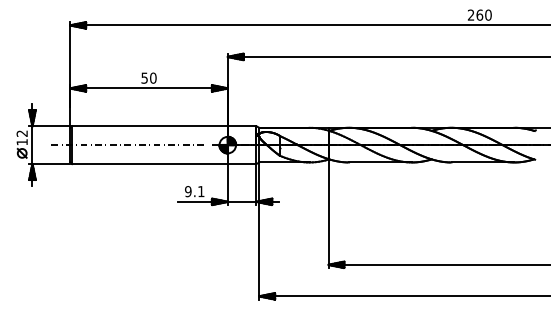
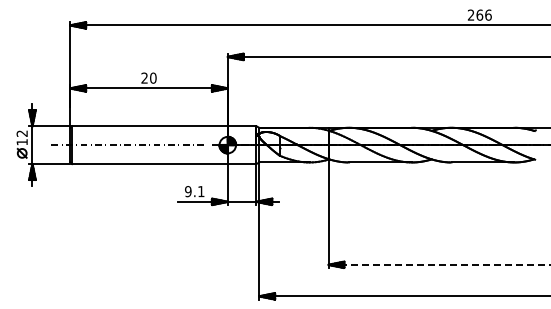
text at (488, 14): 260 -> 266
text at (144, 77): 50 -> 20
line at (439, 264): solid -> dashed
